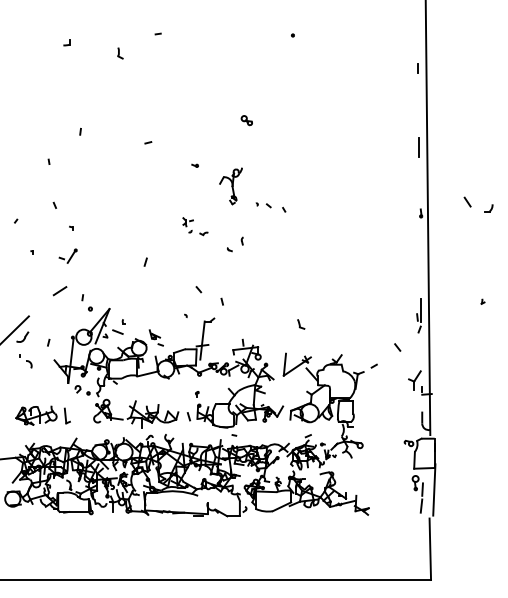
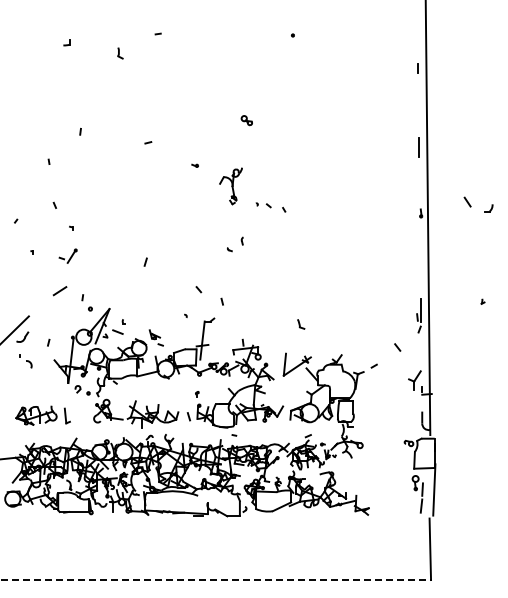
part at (195, 226): present -> none
line at (216, 580): solid -> dashed
